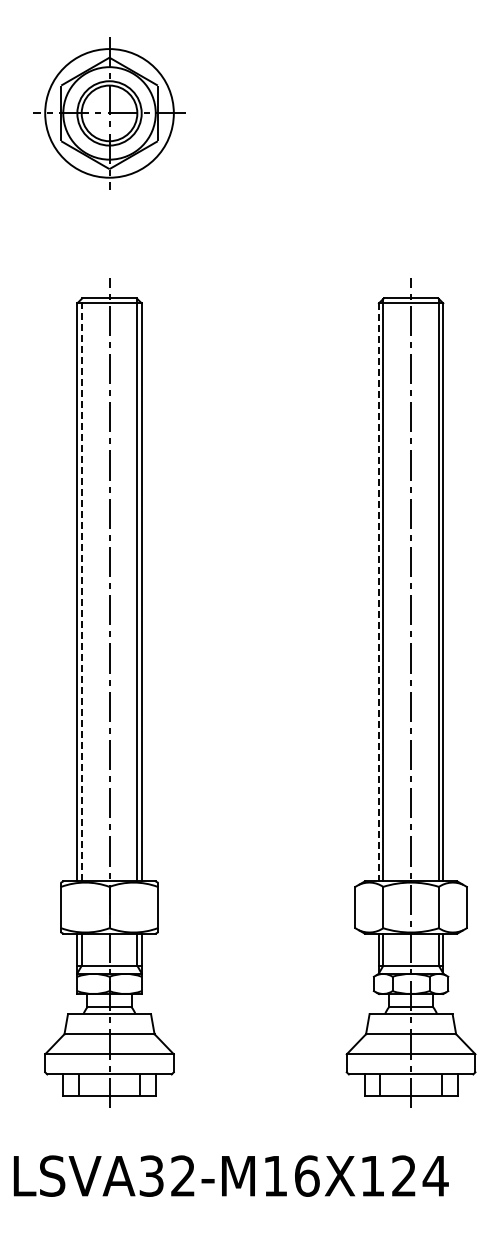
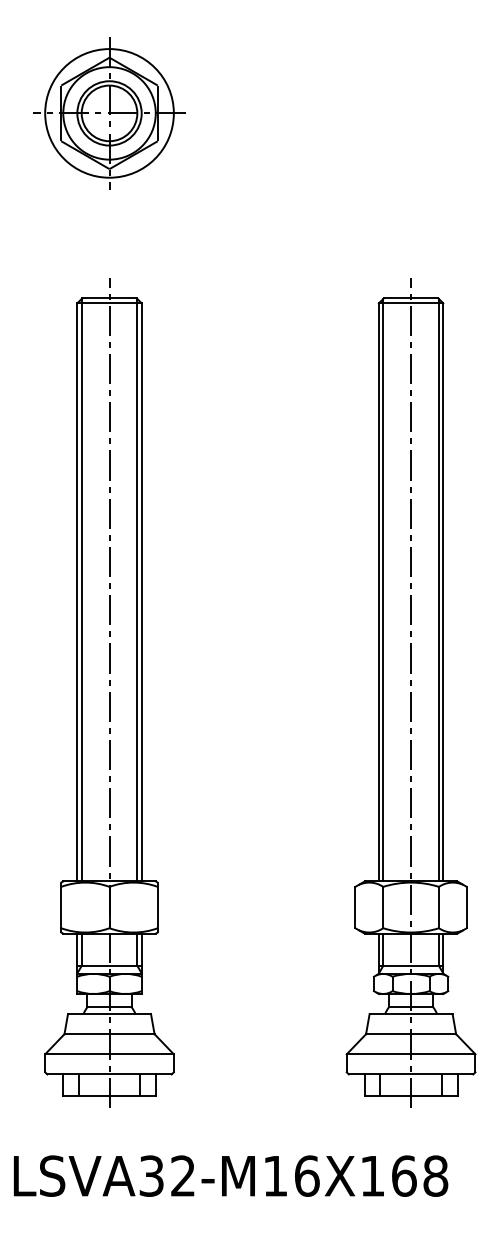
line at (81, 589): dashed -> solid
line at (378, 592): dashed -> solid
text at (420, 1175): LSVA32-M16X124 -> LSVA32-M16X168
